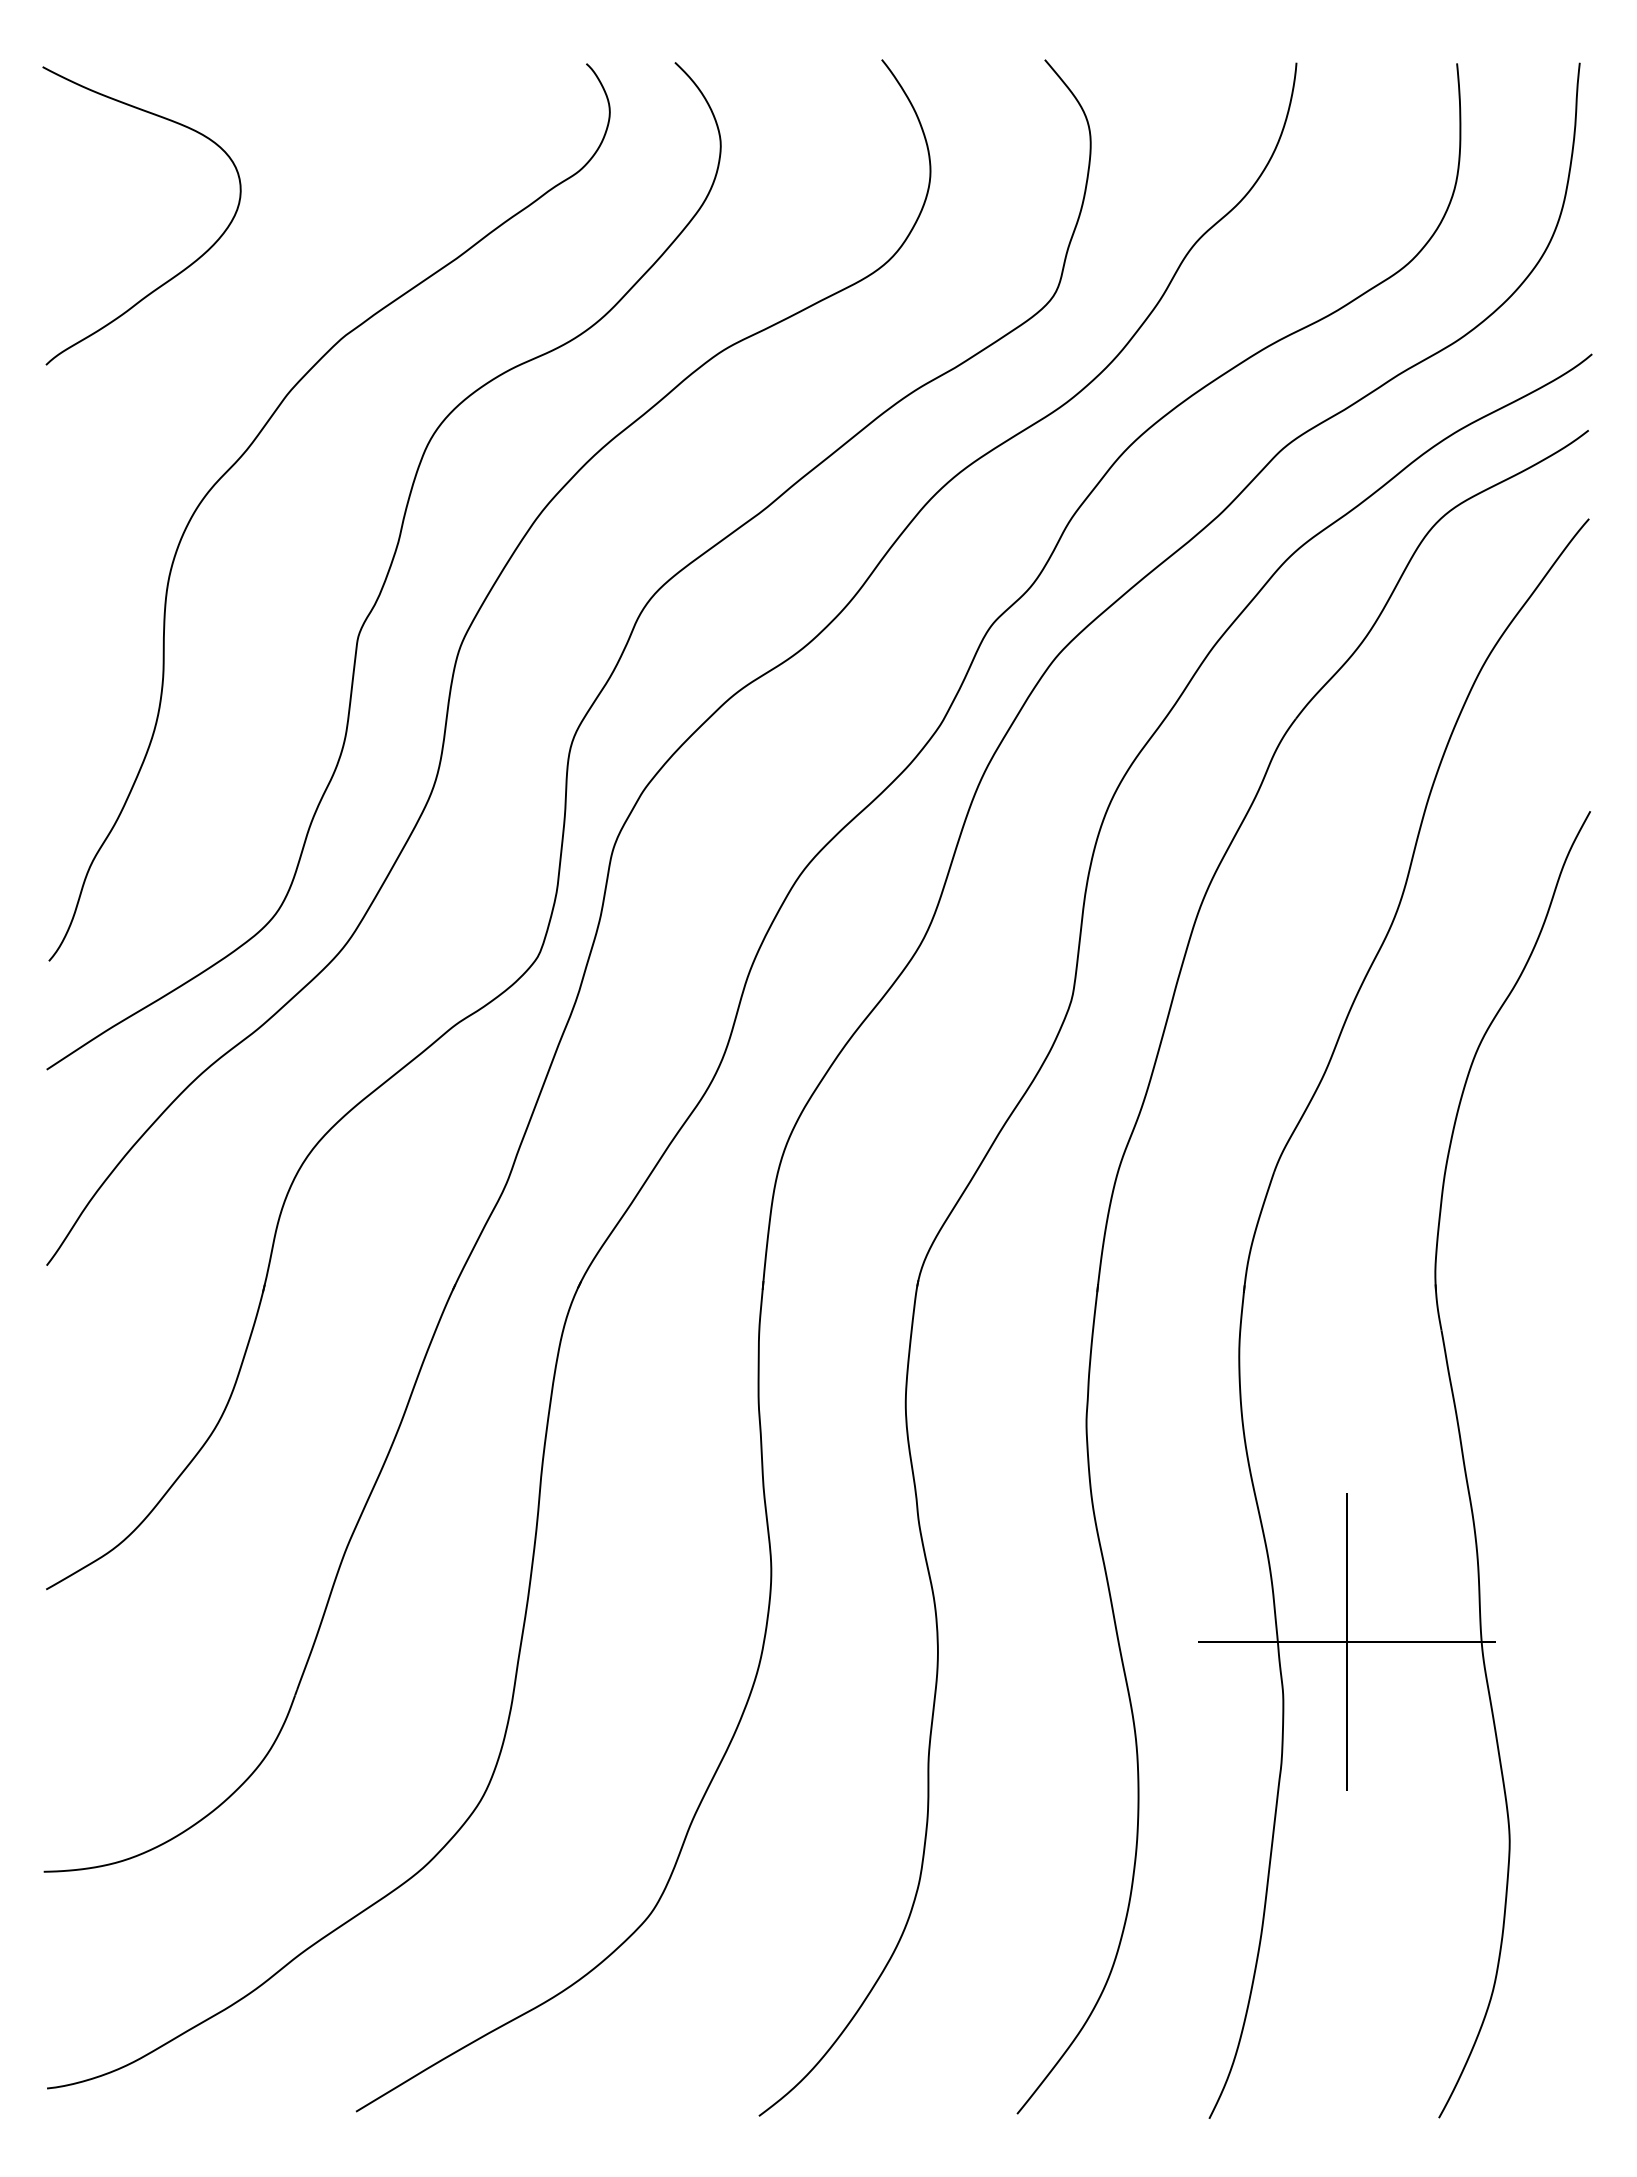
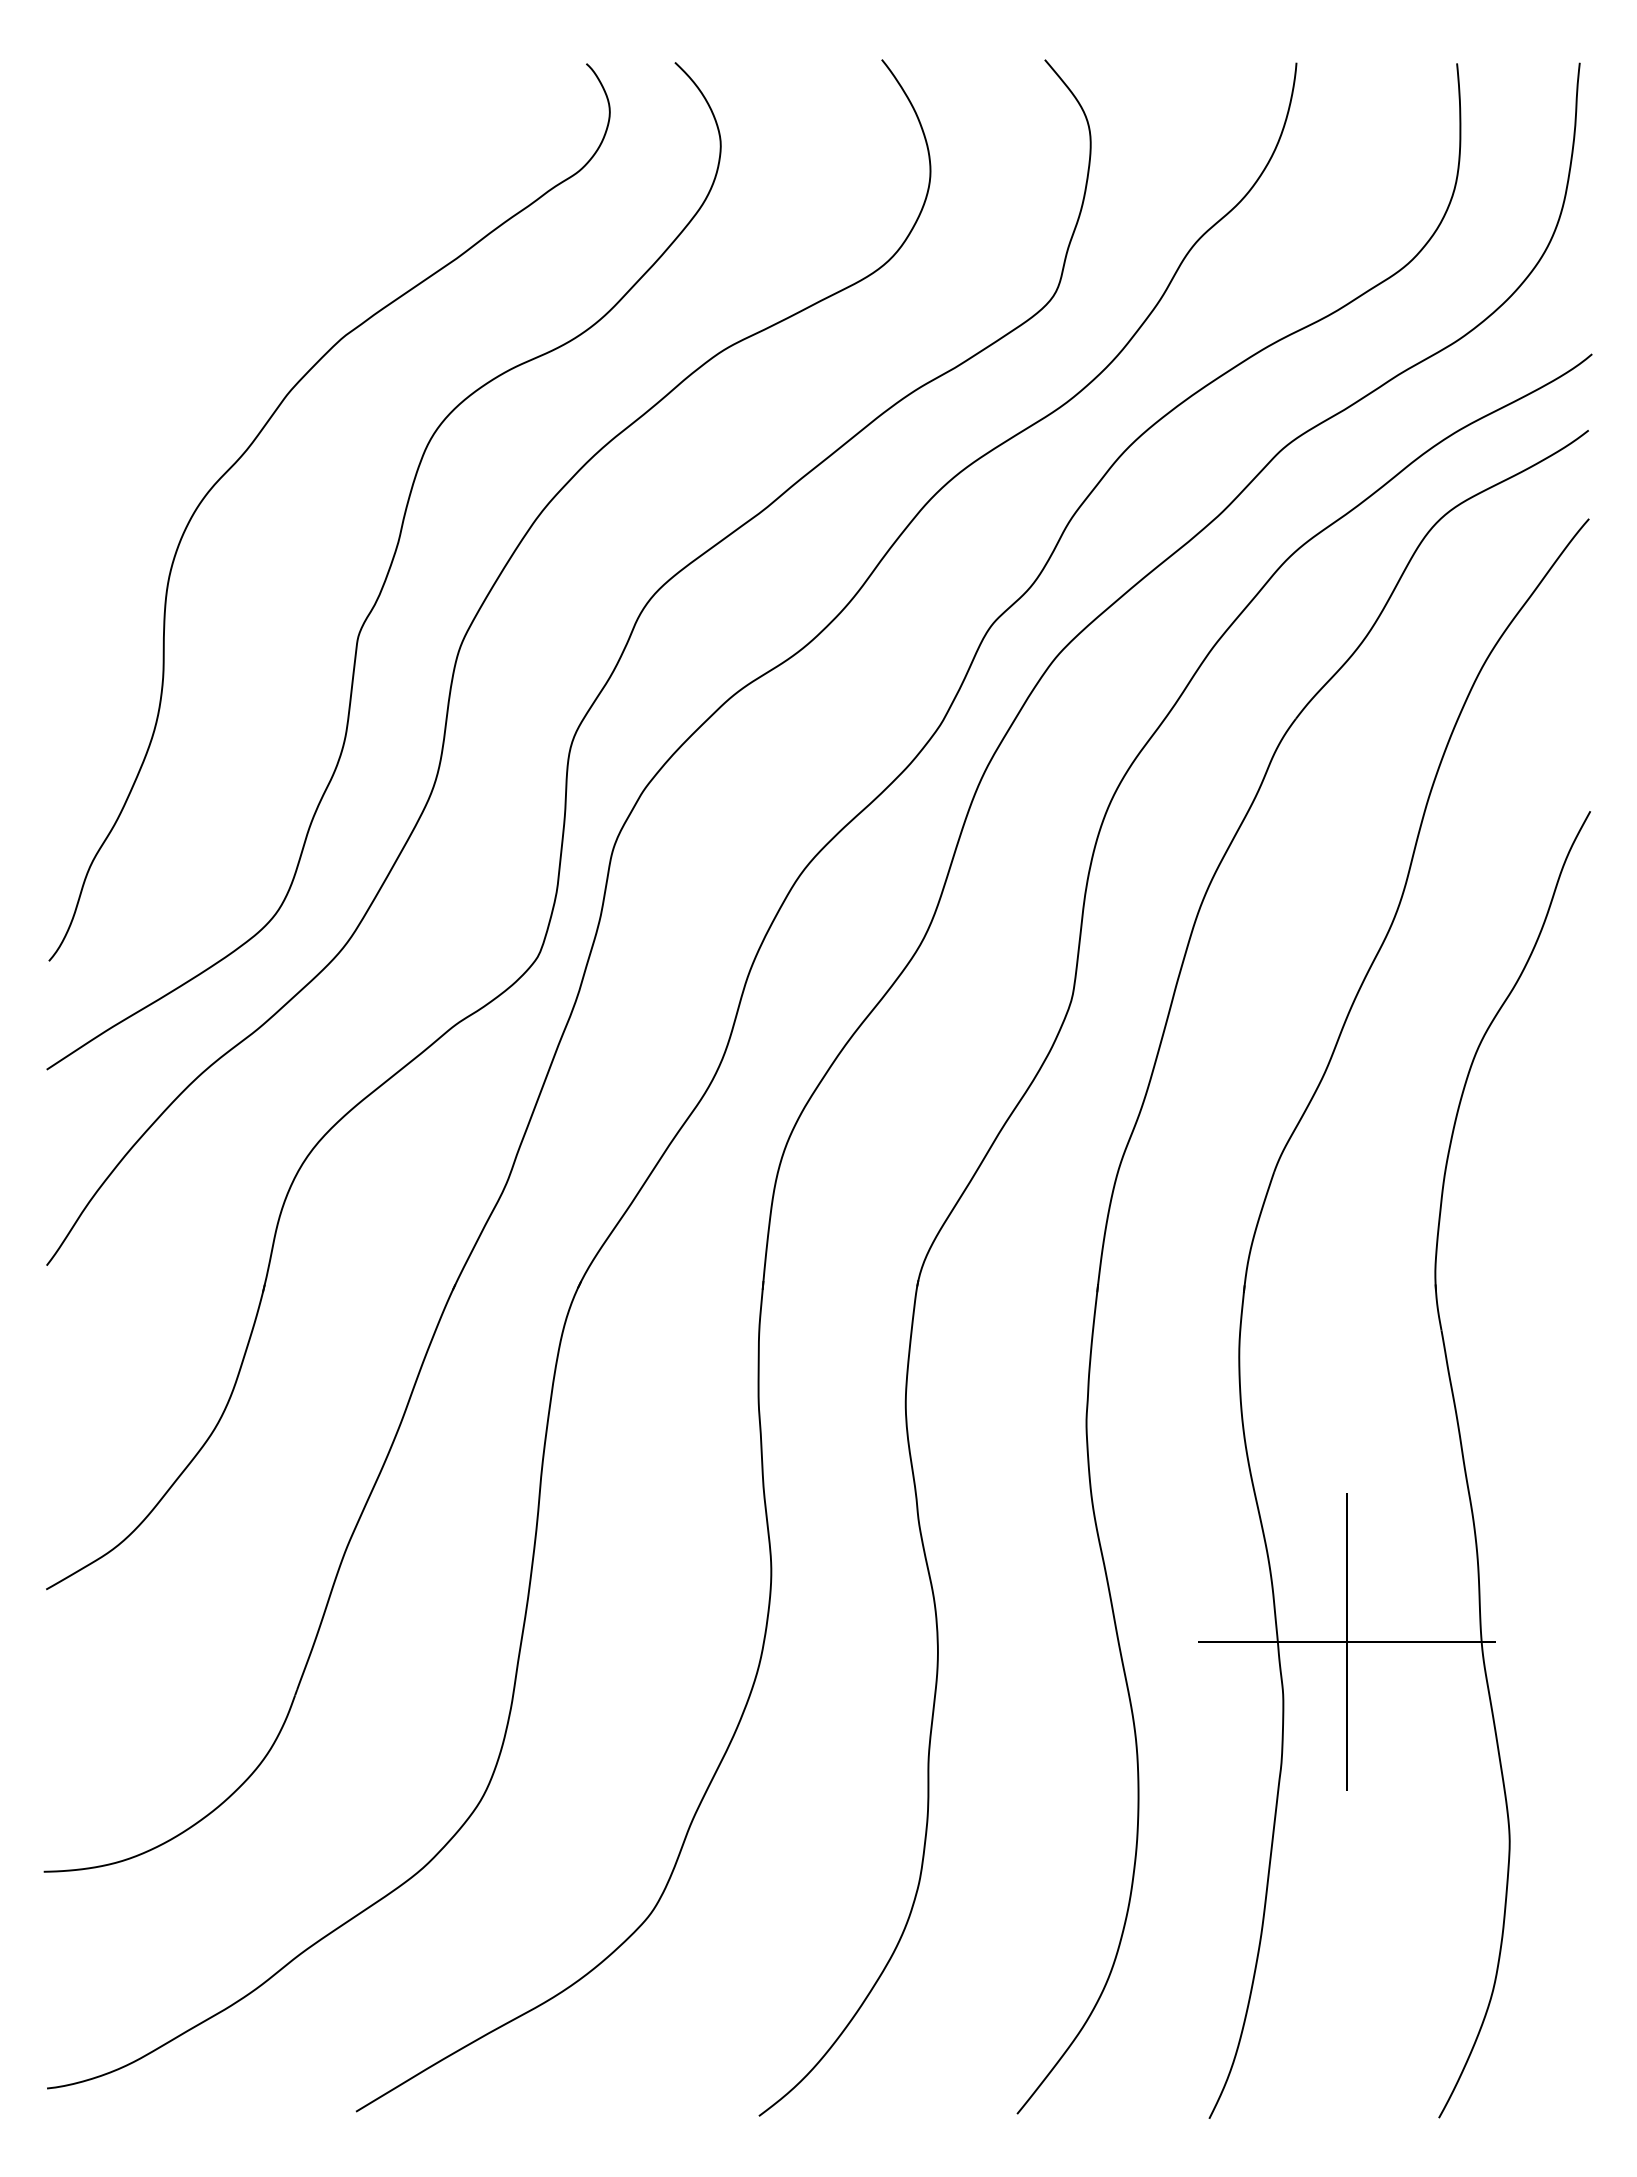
curve at (181, 270): present -> none
